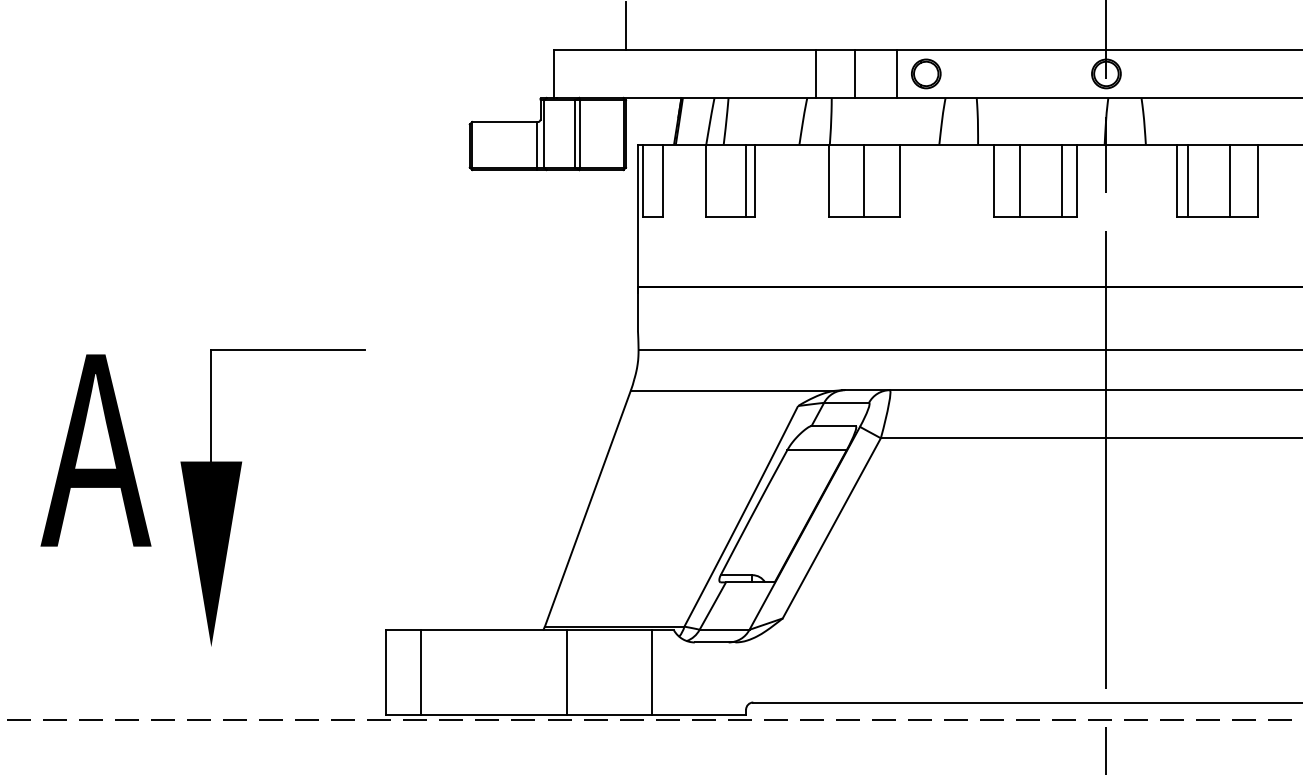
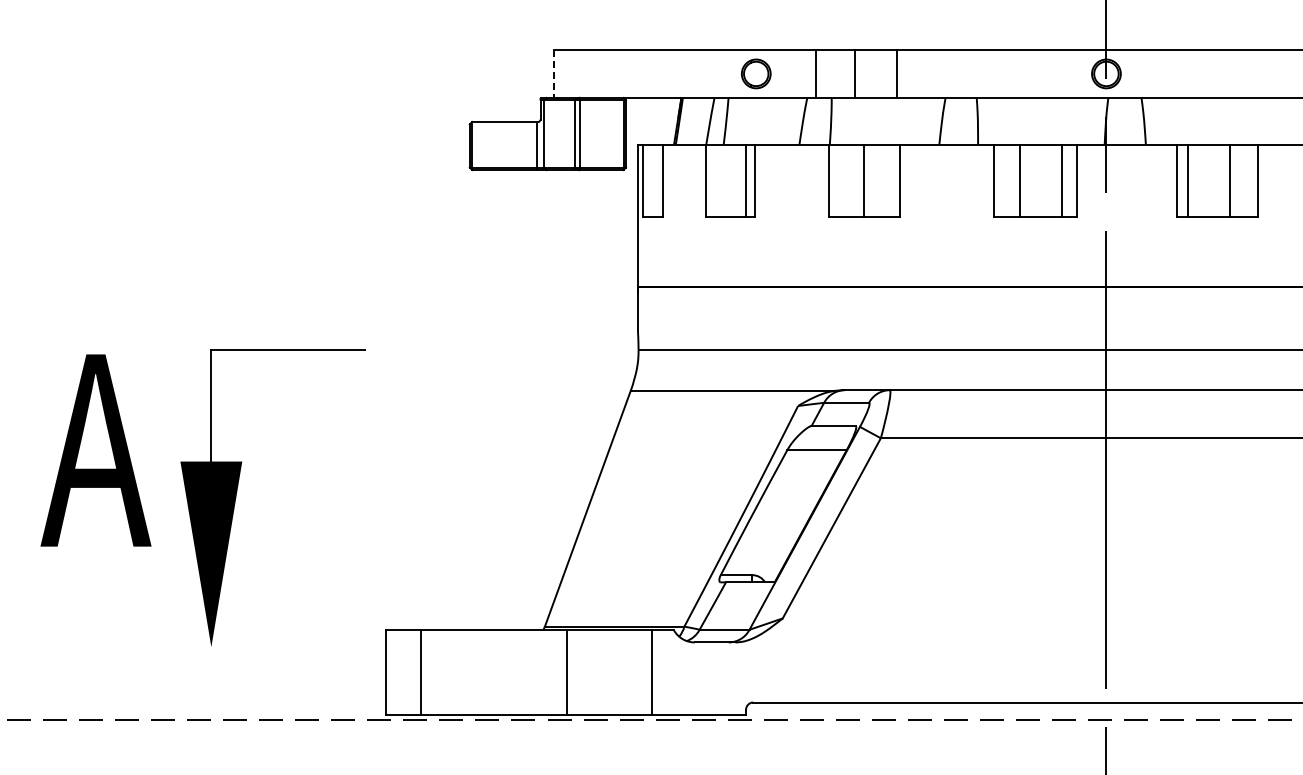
line at (625, 25): present -> none
part at (926, 73) position: (926, 73) -> (756, 73)
line at (553, 74): solid -> dashed
